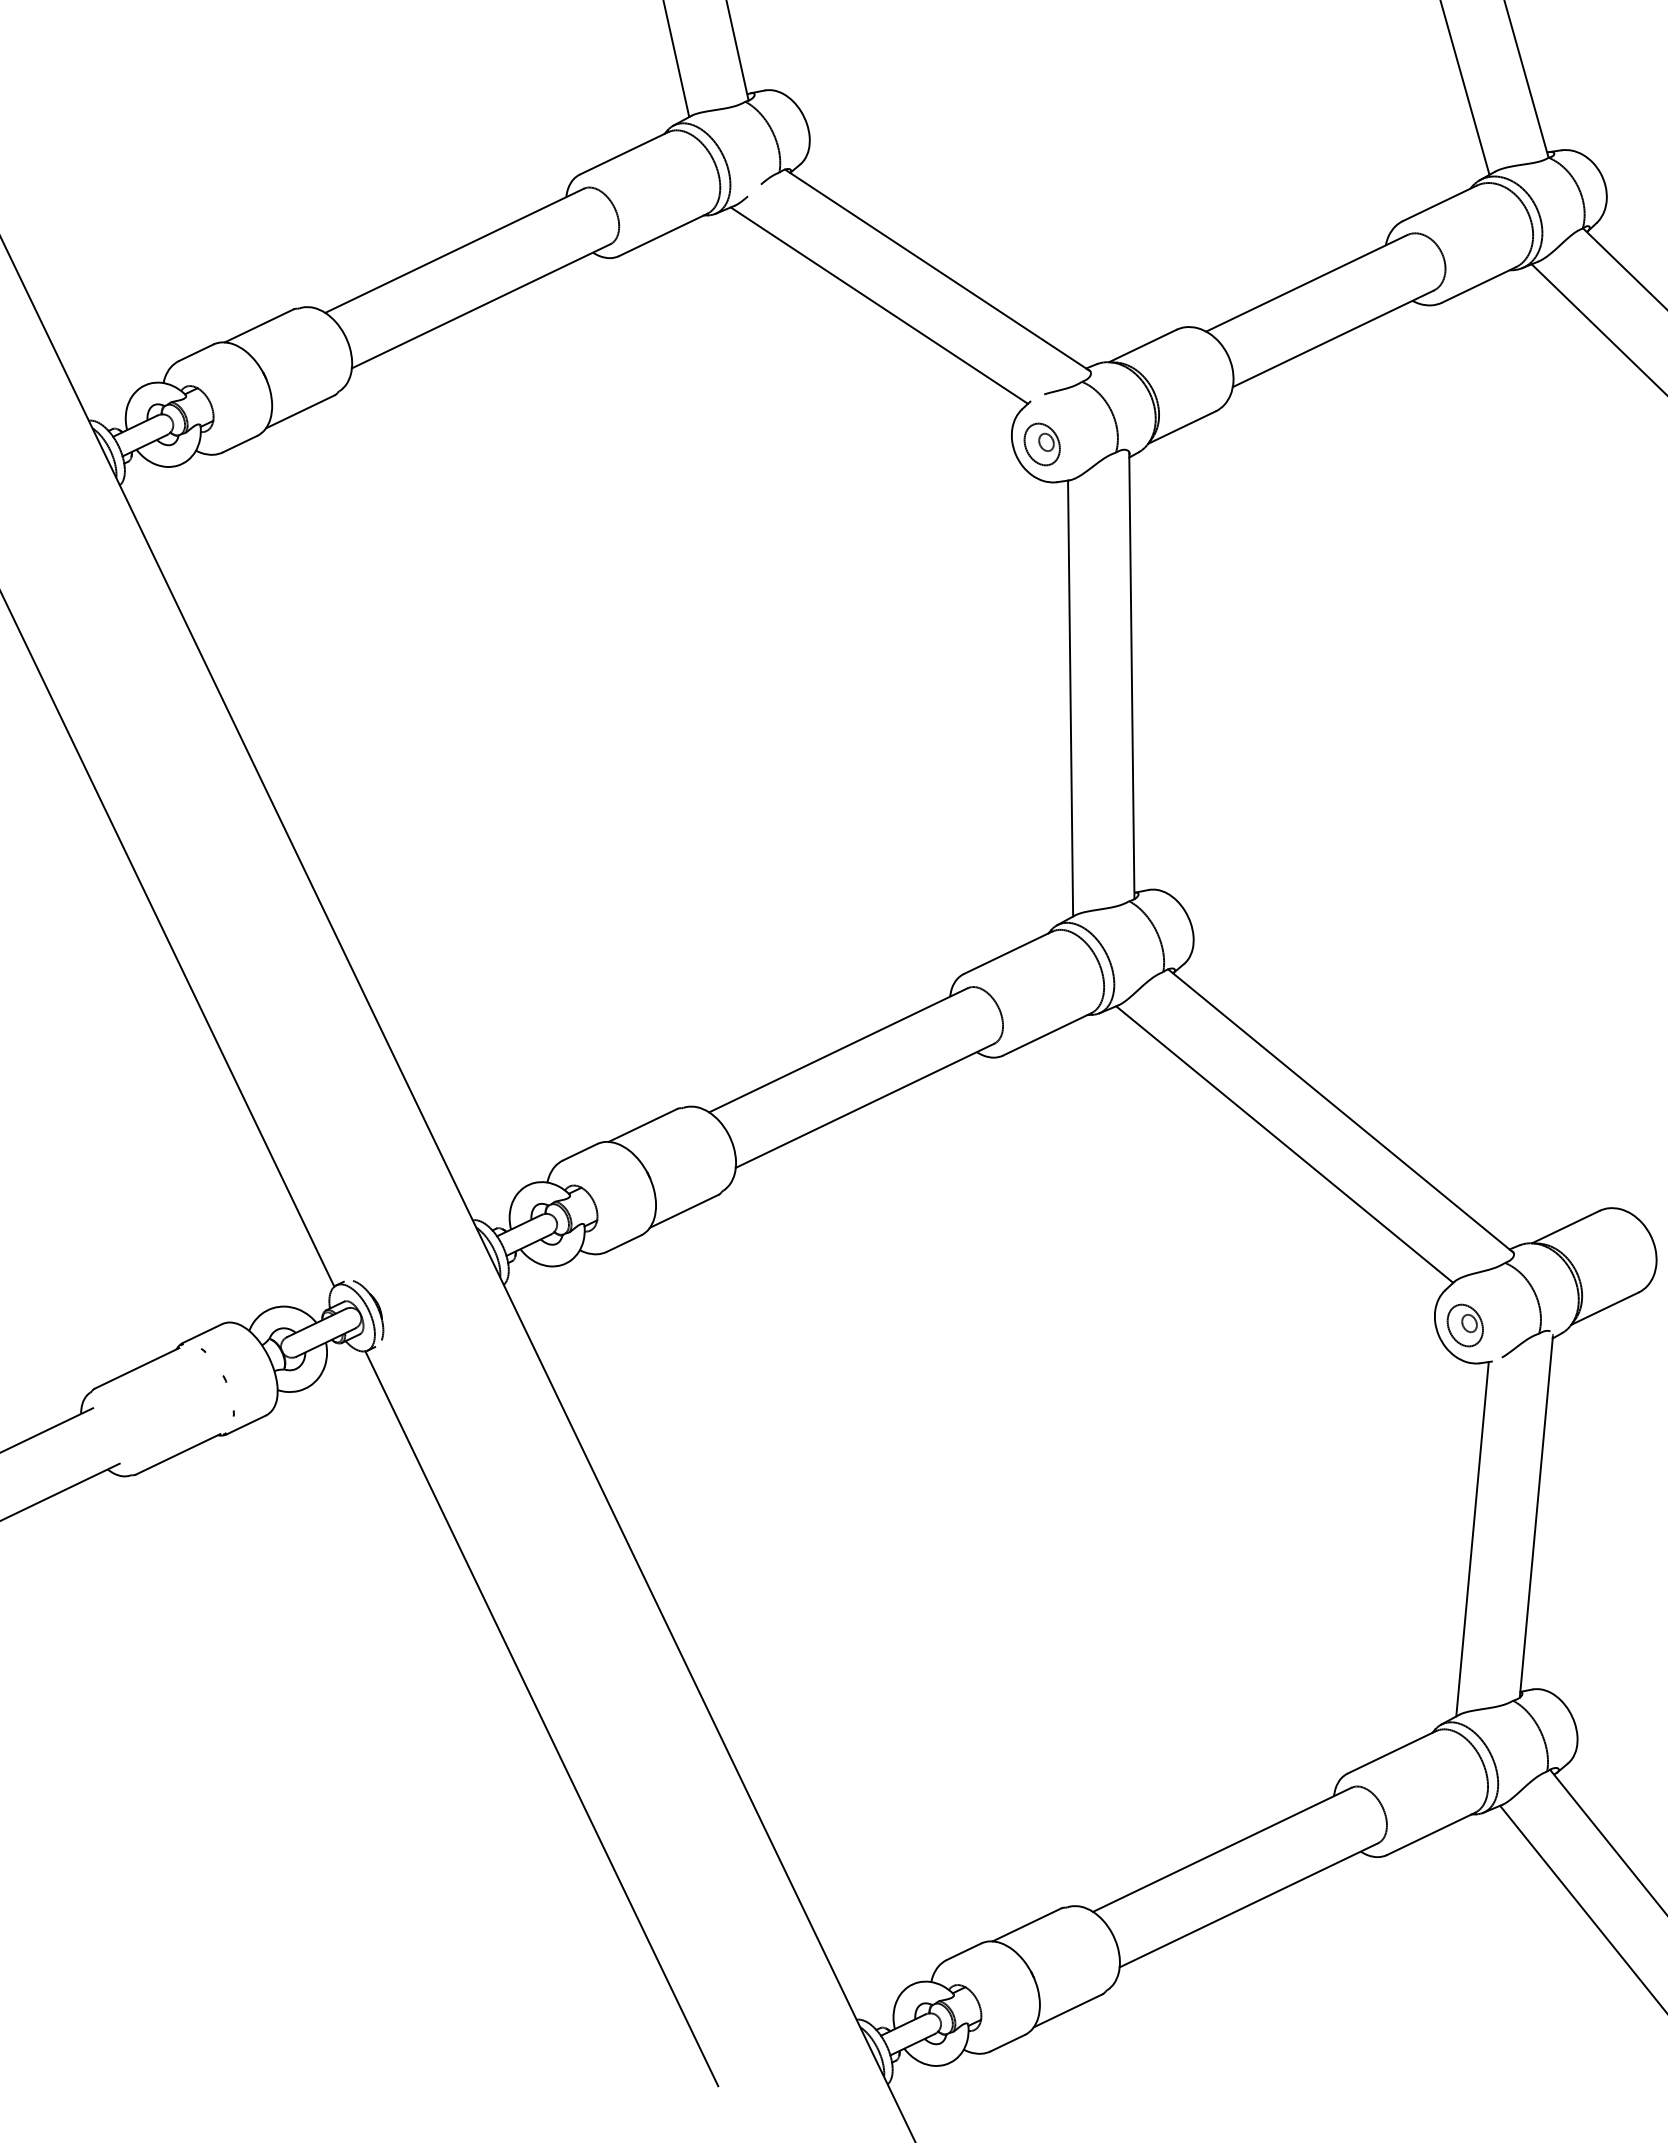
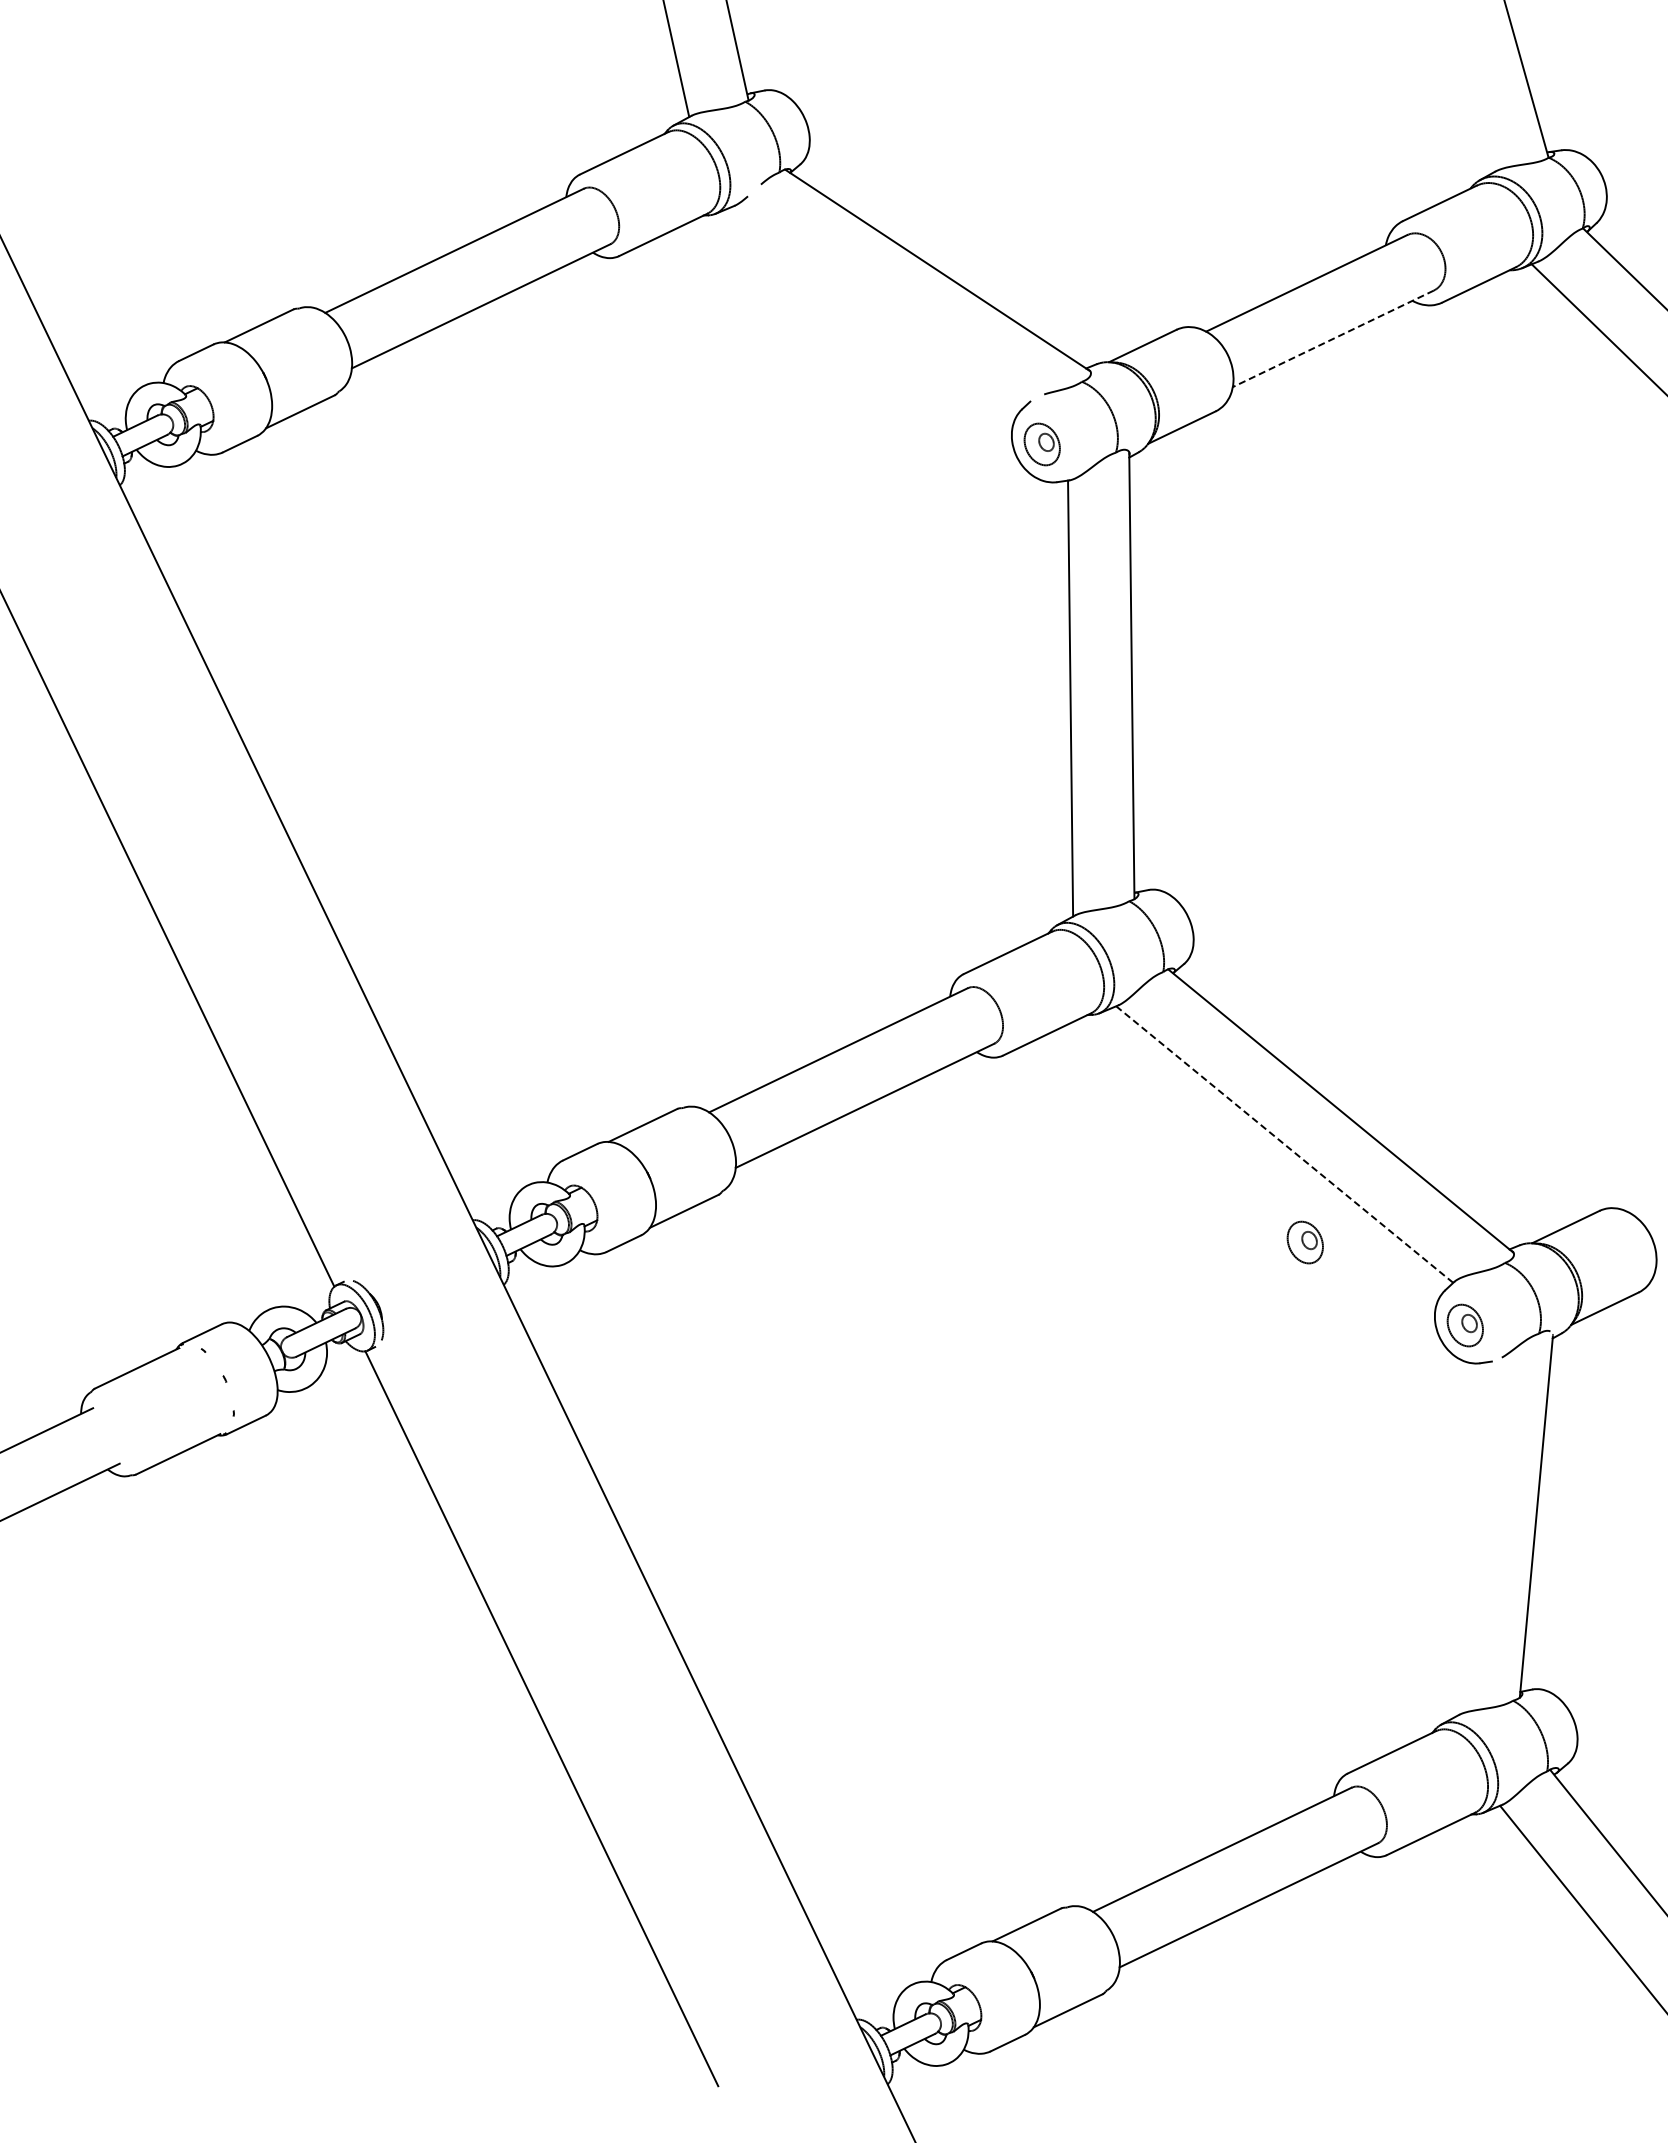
line at (1464, 88): present -> none
line at (879, 305): present -> none
line at (1332, 339): solid -> dashed
line at (1284, 1144): solid -> dashed
part at (1304, 1242): none -> present
line at (1472, 1539): present -> none
